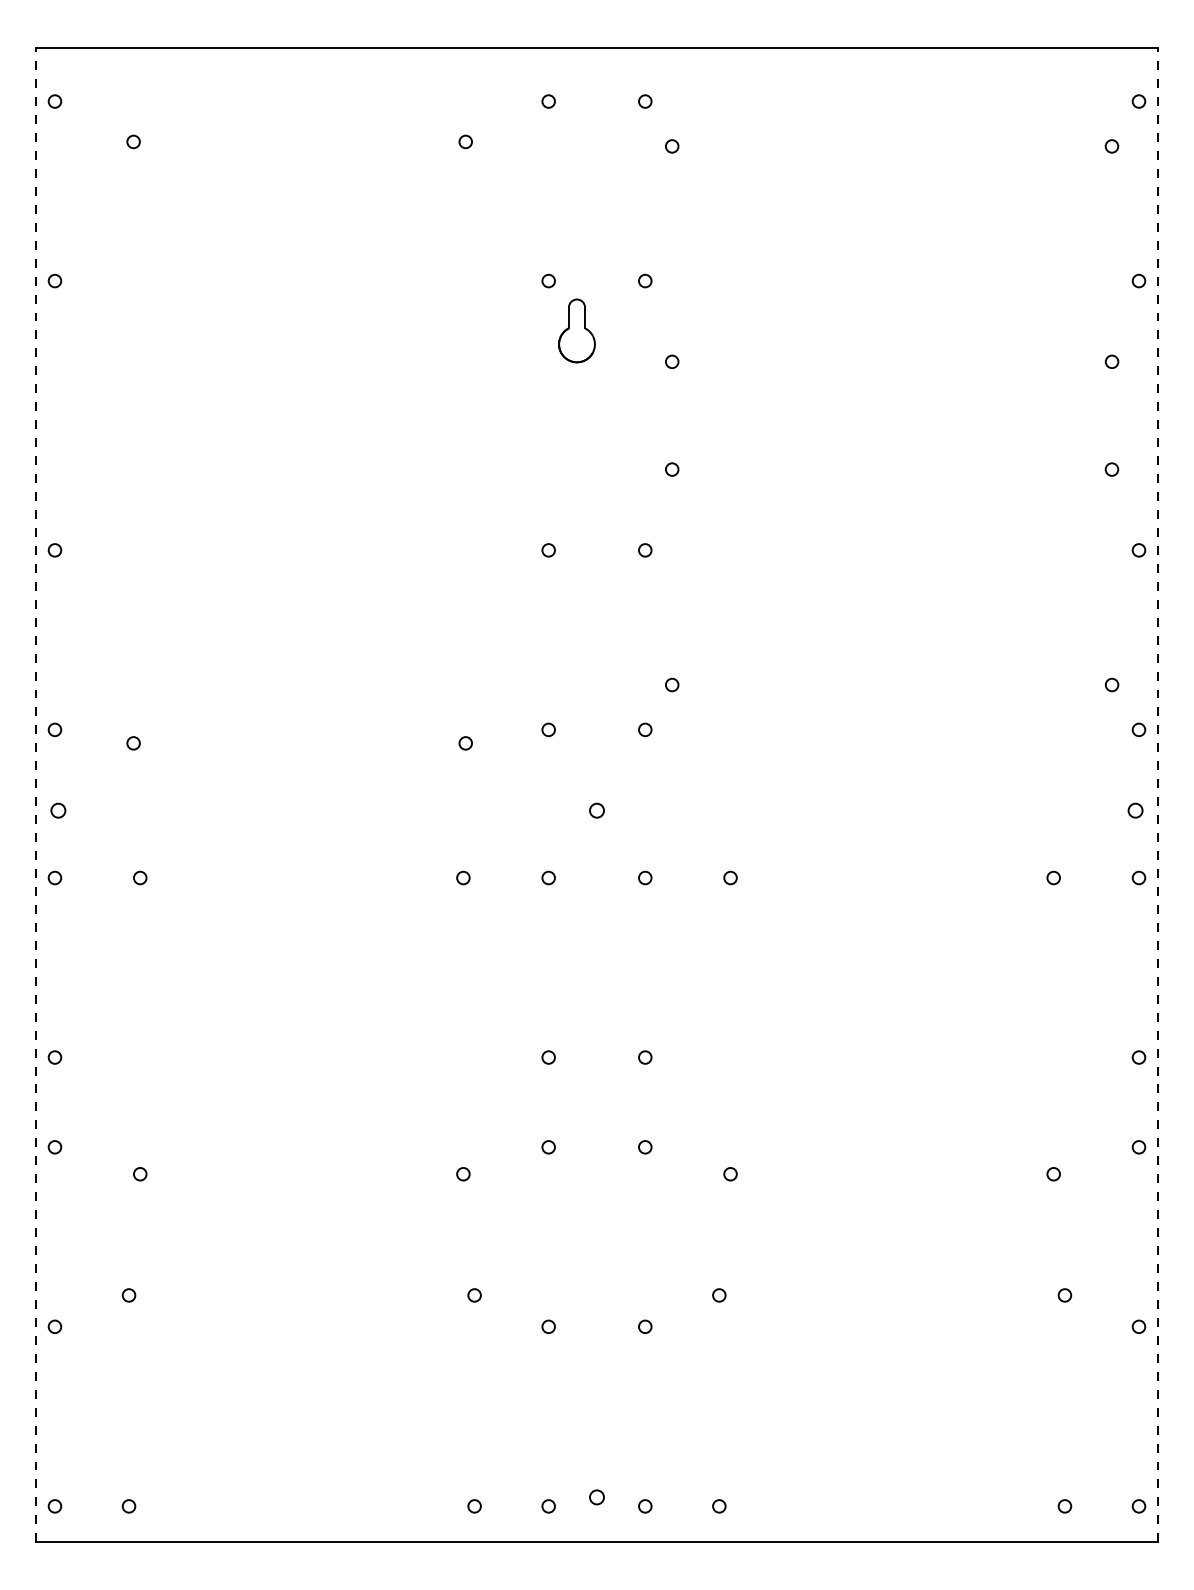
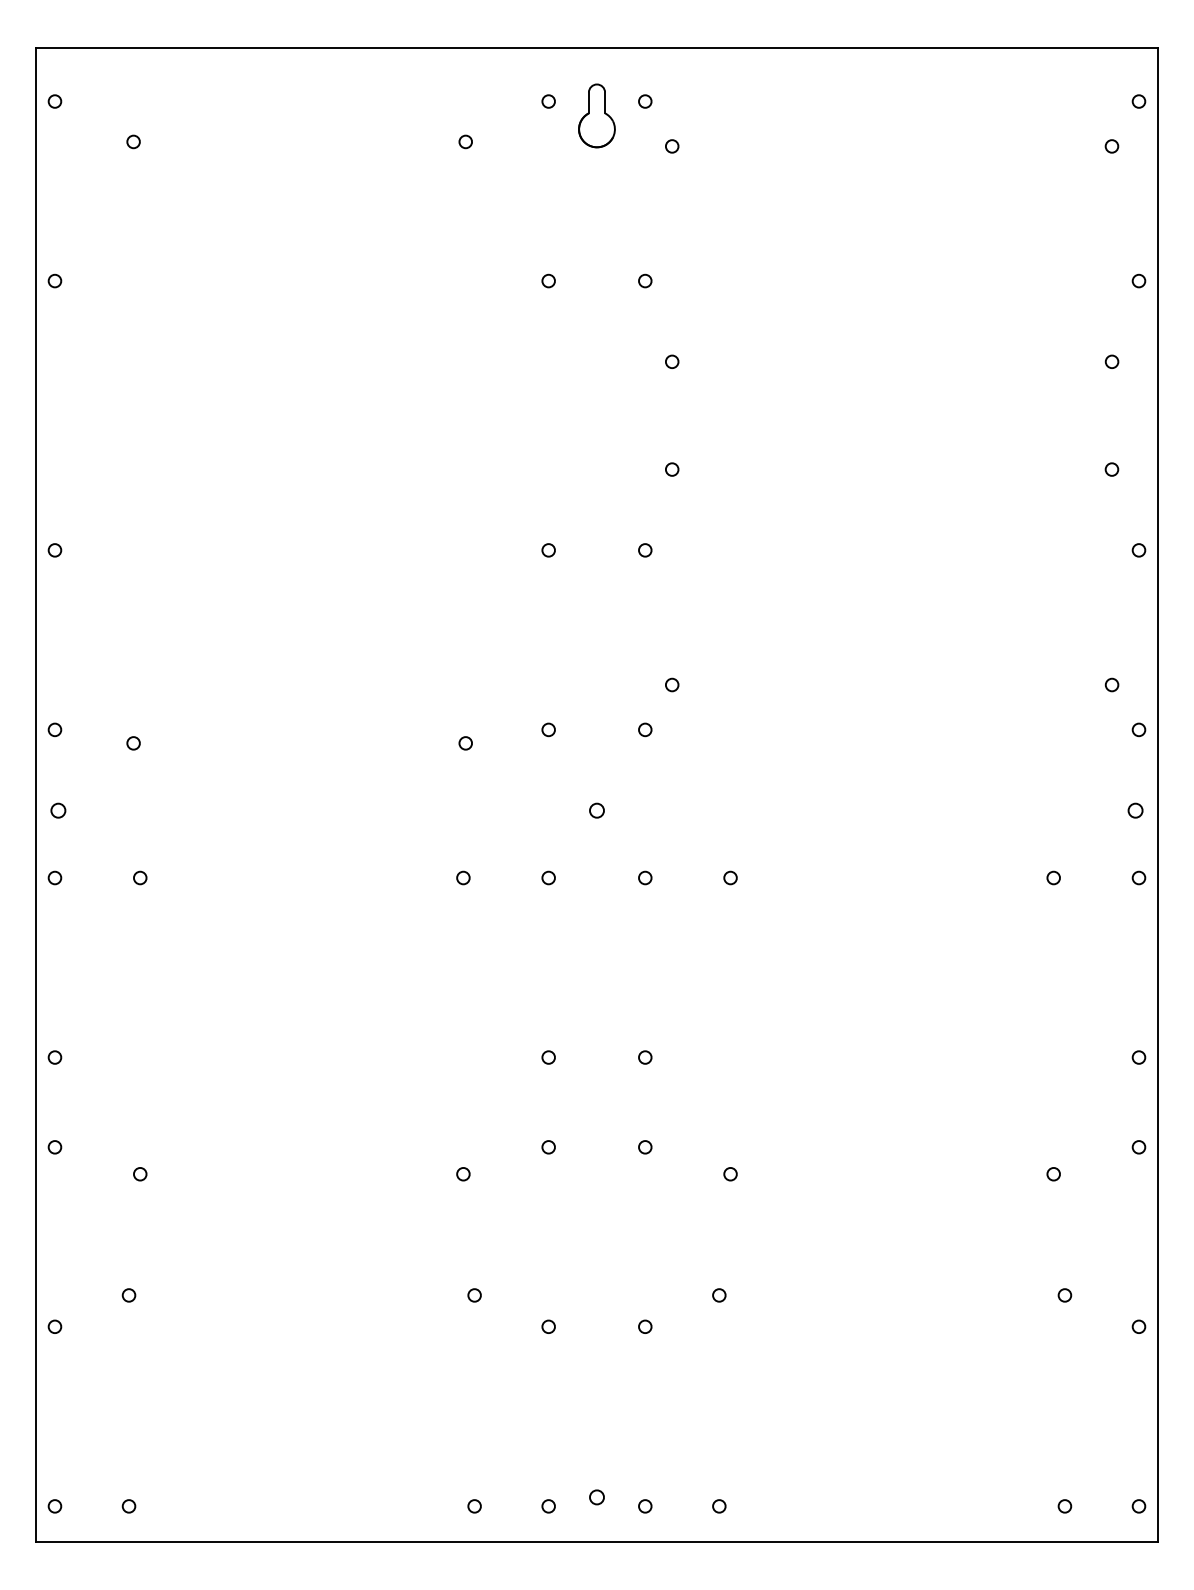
part at (576, 330) position: (576, 330) -> (596, 115)
line at (35, 794): dashed -> solid
line at (1158, 794): dashed -> solid
